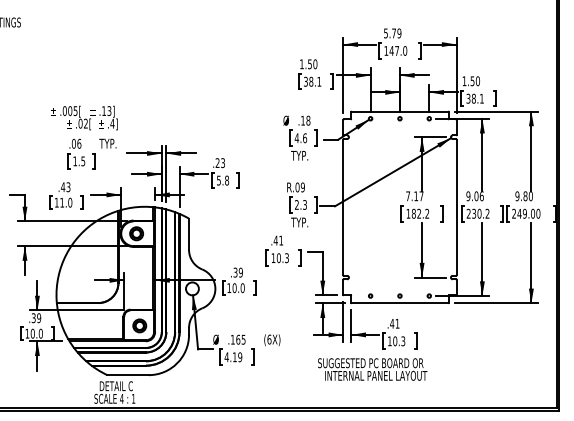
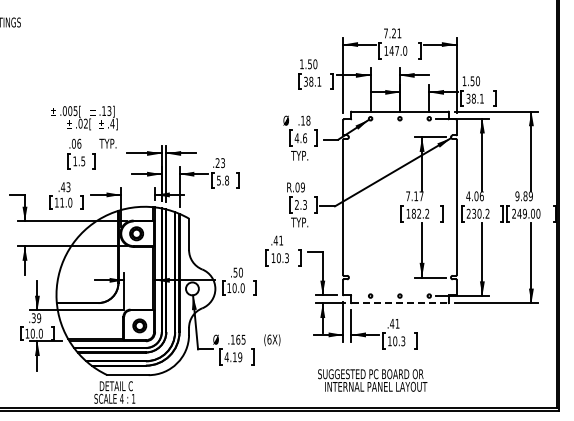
text at (392, 33): 5.79 -> 7.21
text at (468, 196): 9.06 -> 4.06
text at (530, 196): 9.80 -> 9.89
text at (237, 272): .39 -> .50
line at (400, 303): solid -> dashed
text at (372, 369) position: (372, 369) -> (372, 380)
